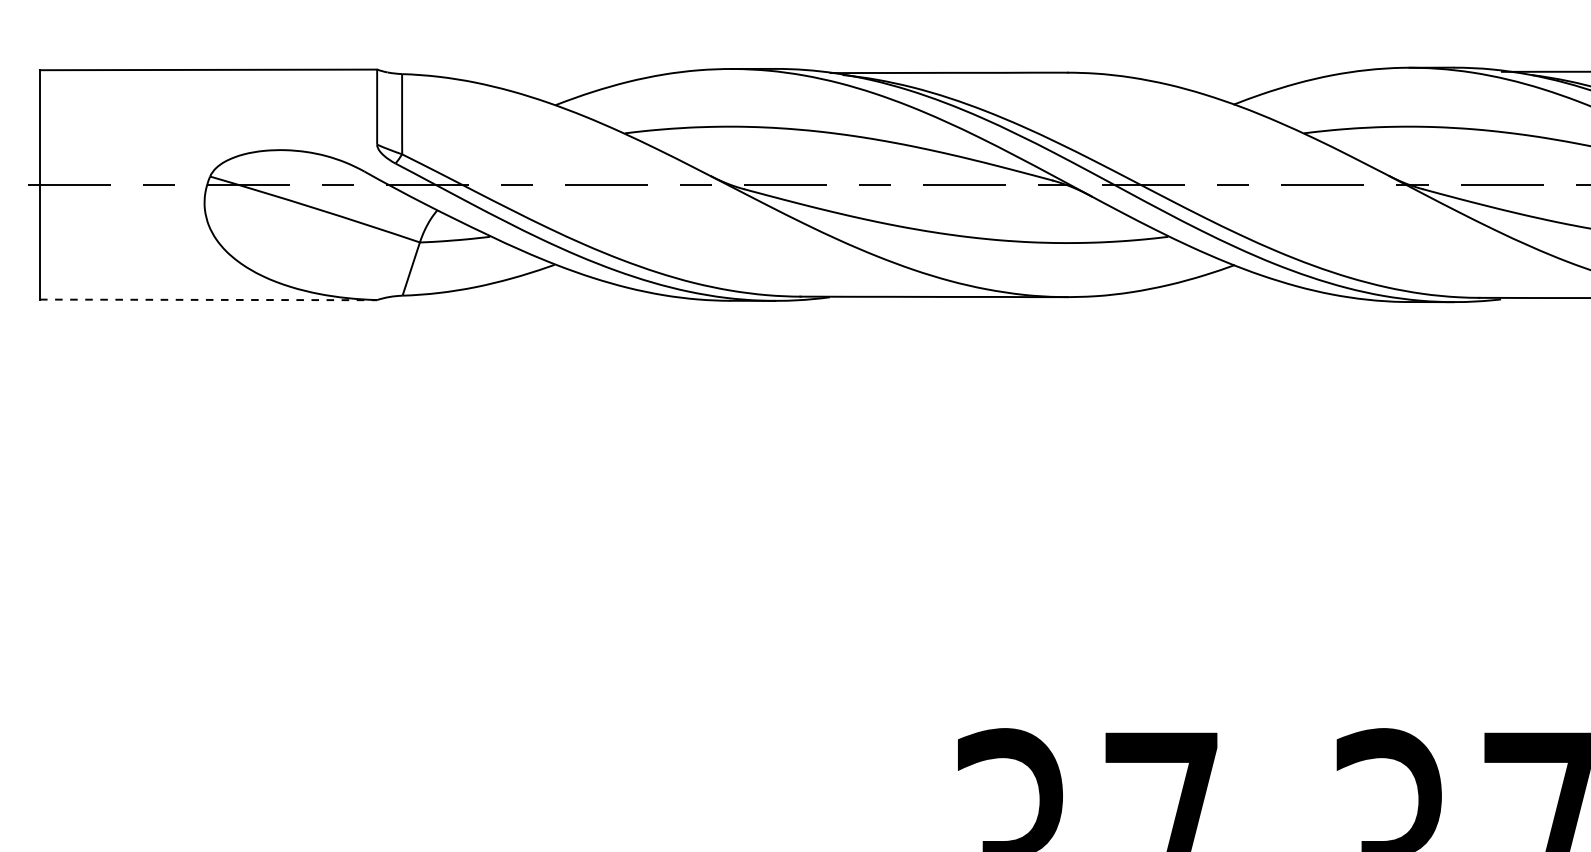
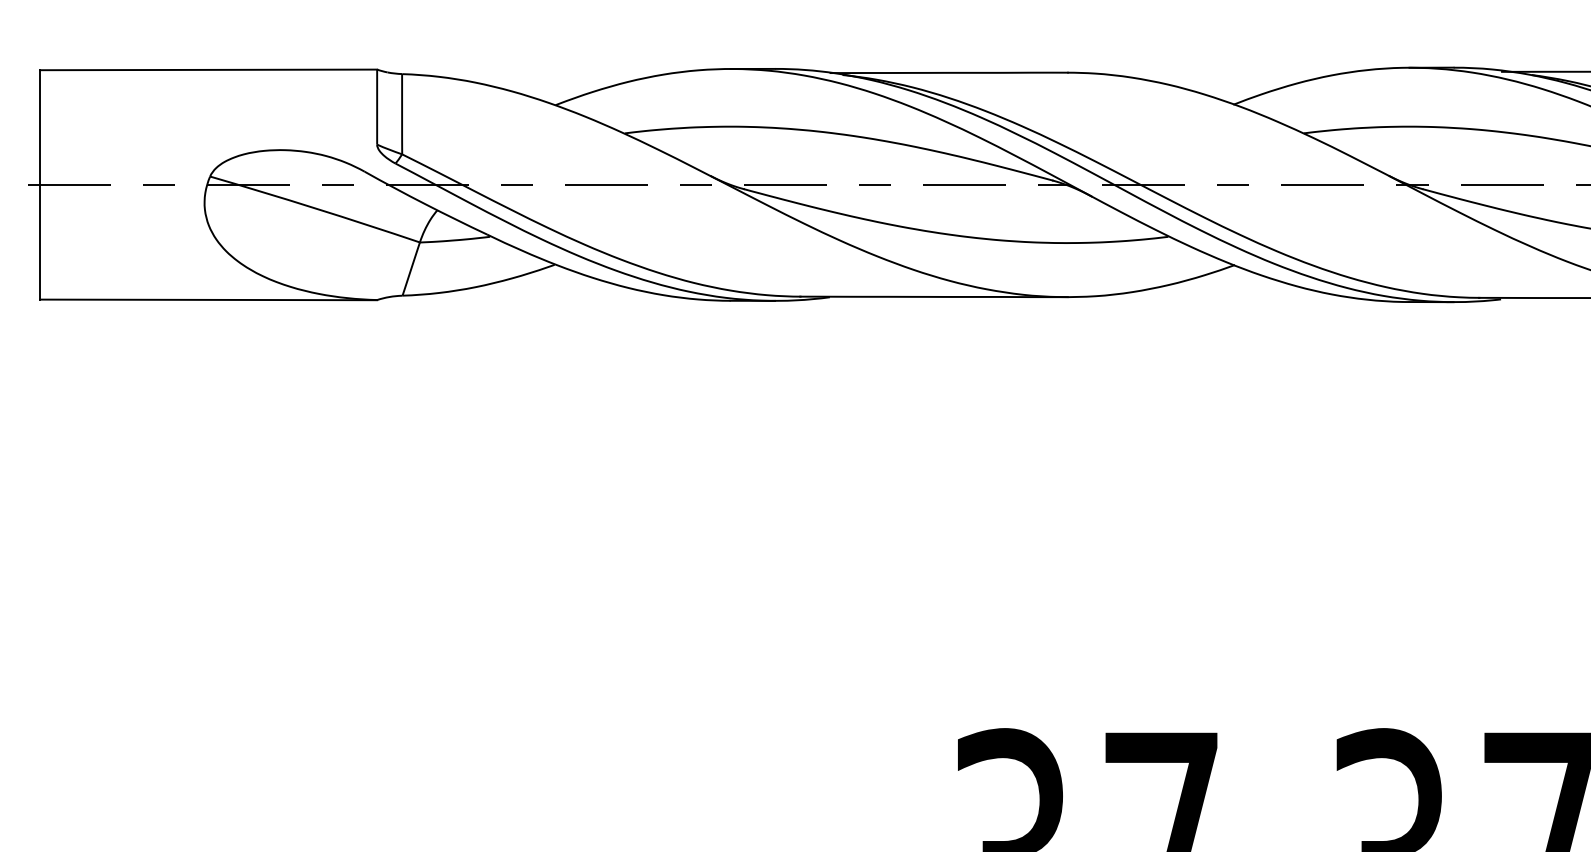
line at (208, 299): dashed -> solid
